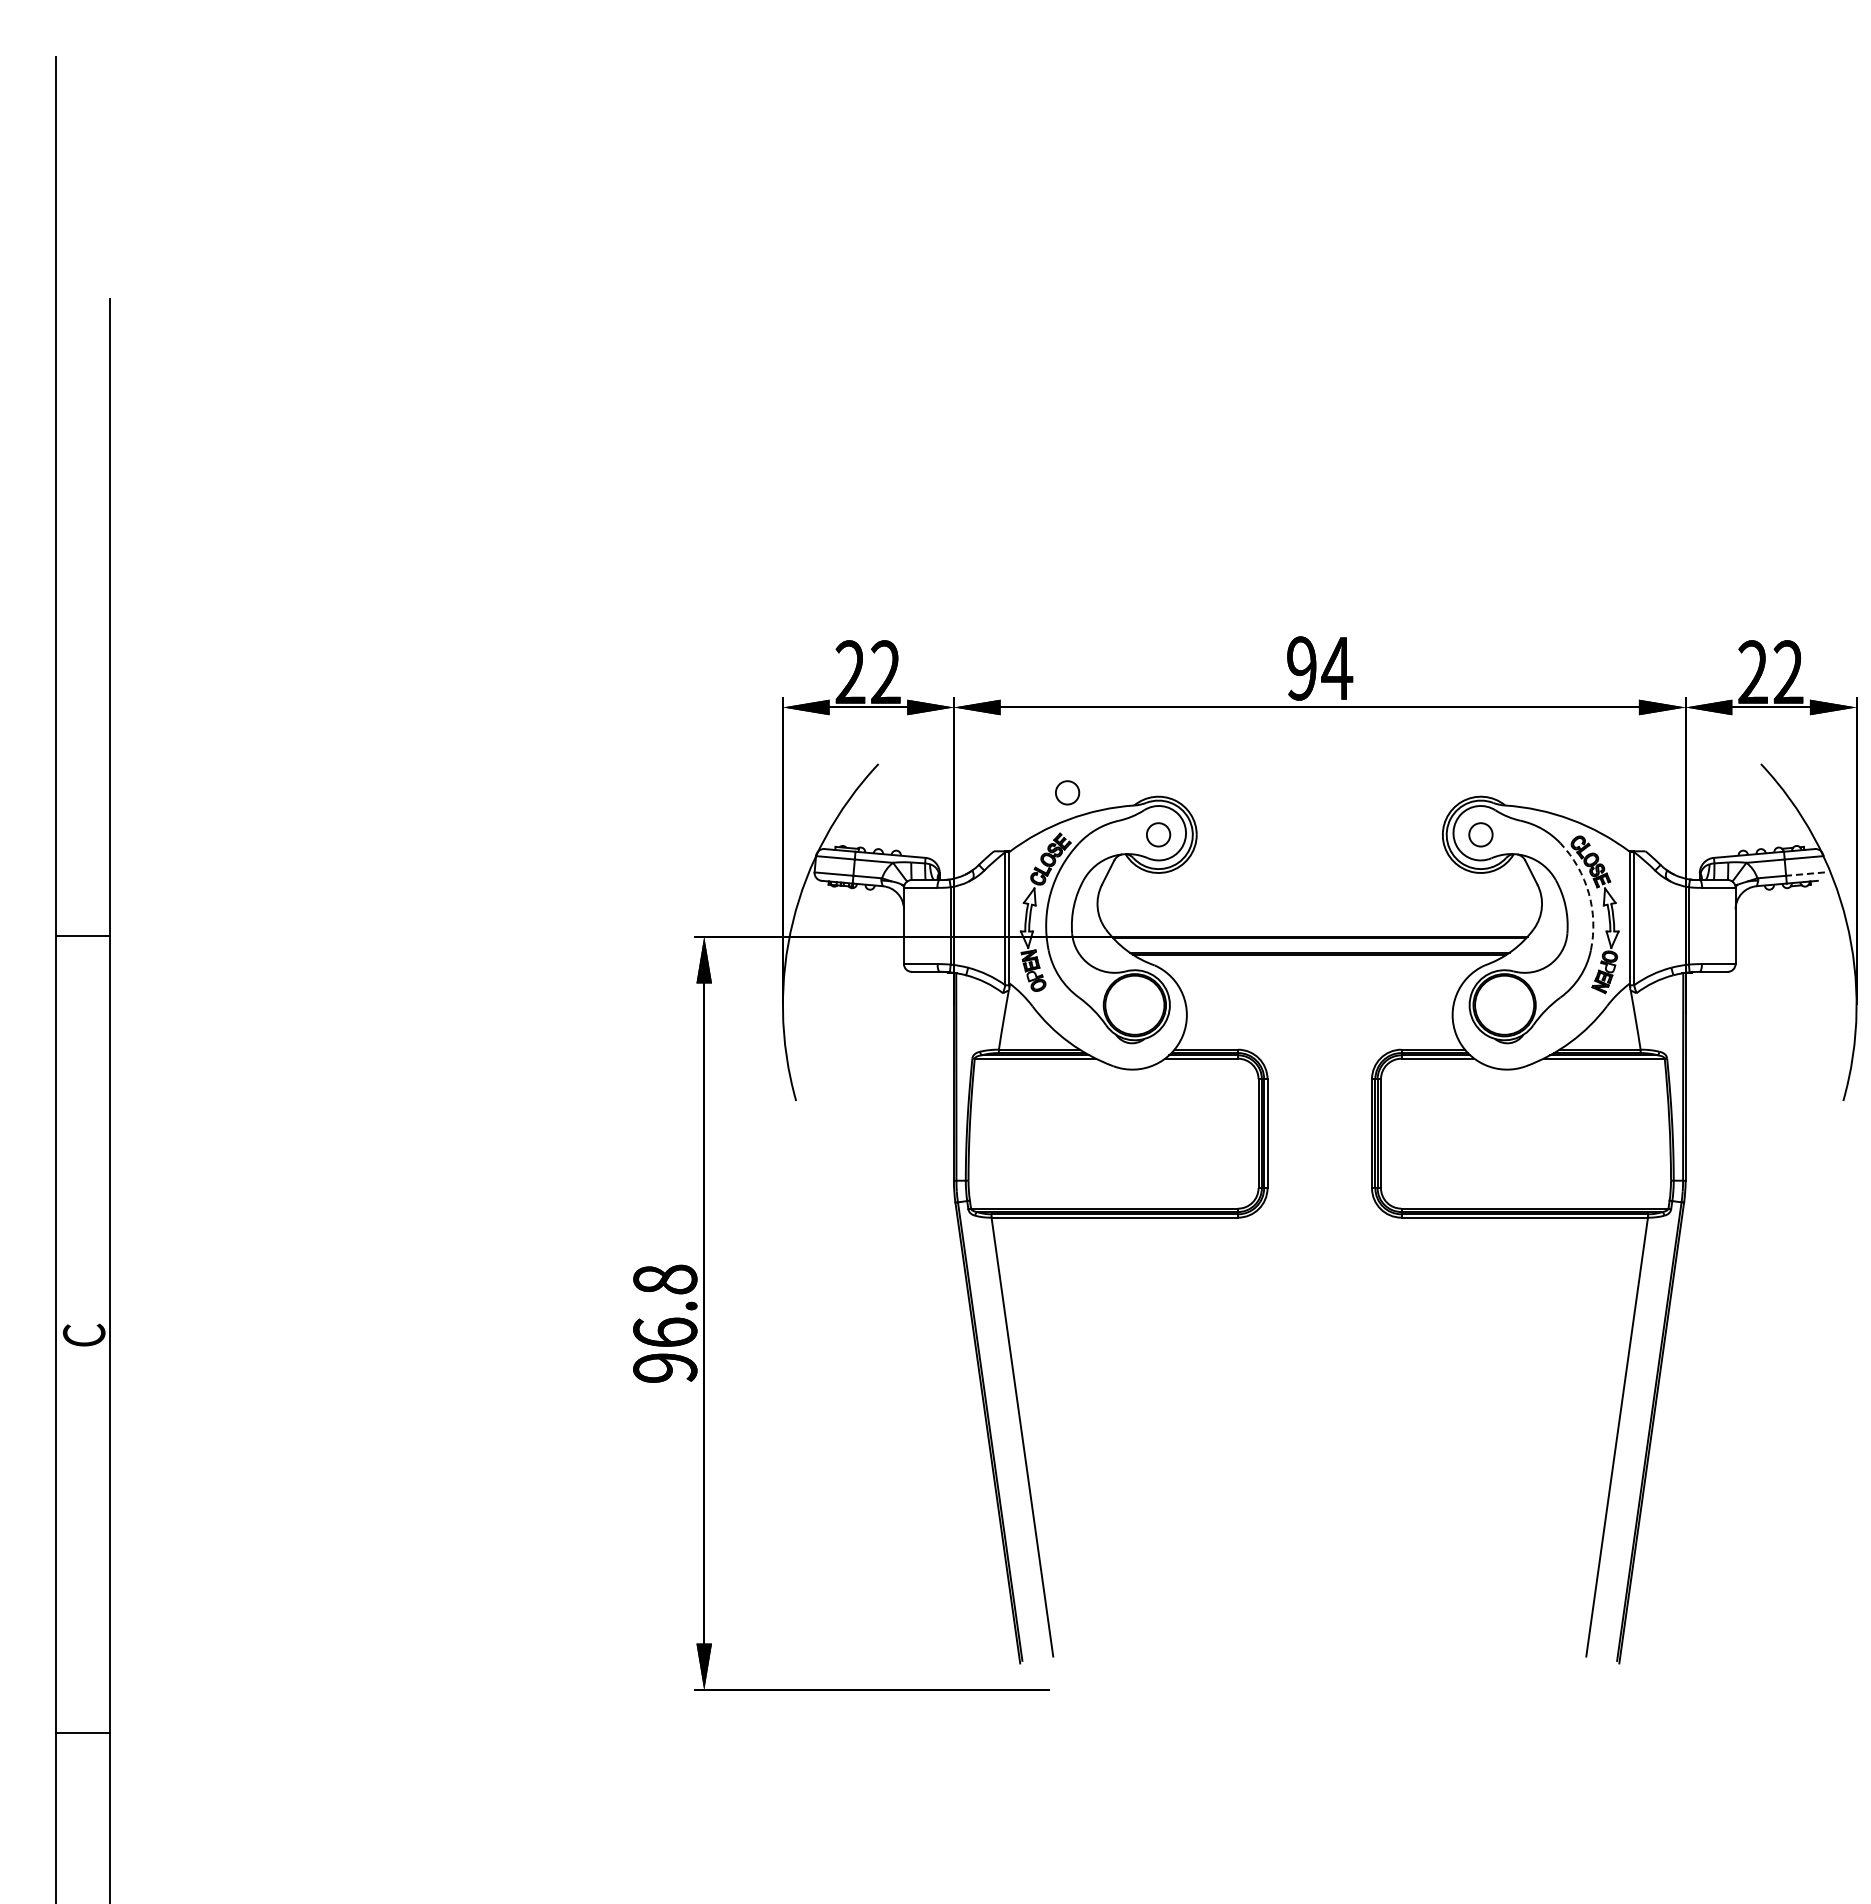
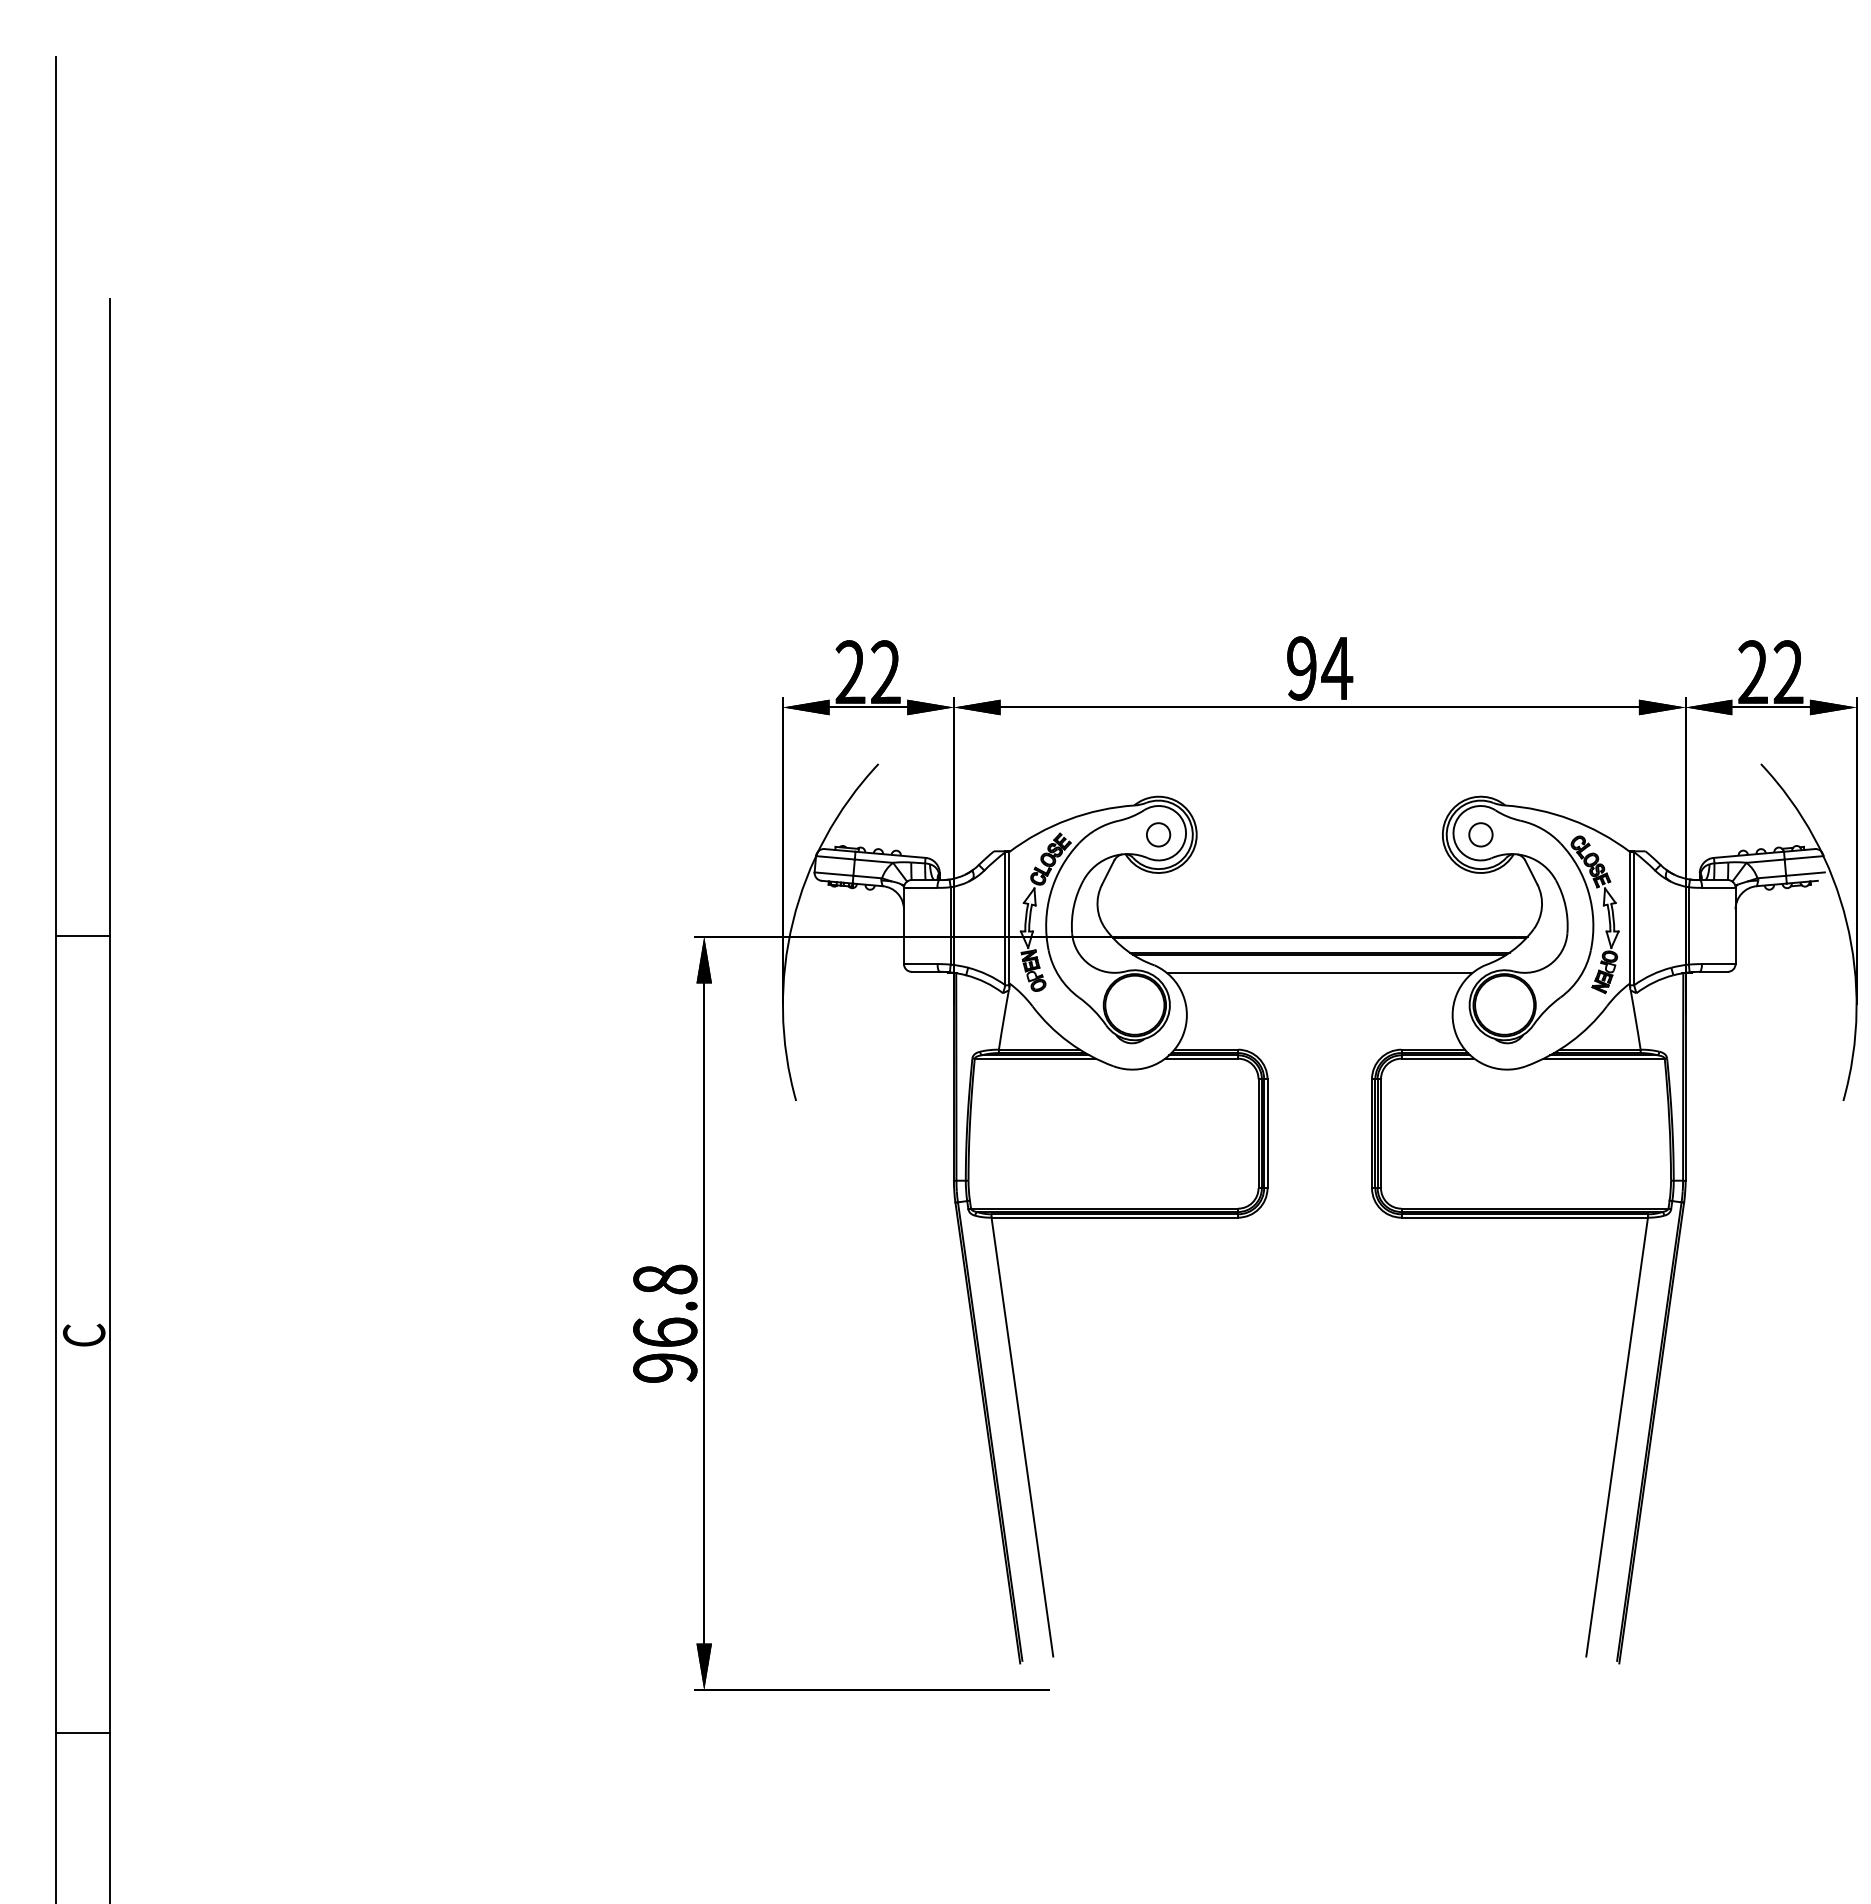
circle at (1067, 792): present -> none
line at (1805, 874): dashed -> solid
arc at (1588, 893): dashed -> solid
line at (1319, 973): none -> present
